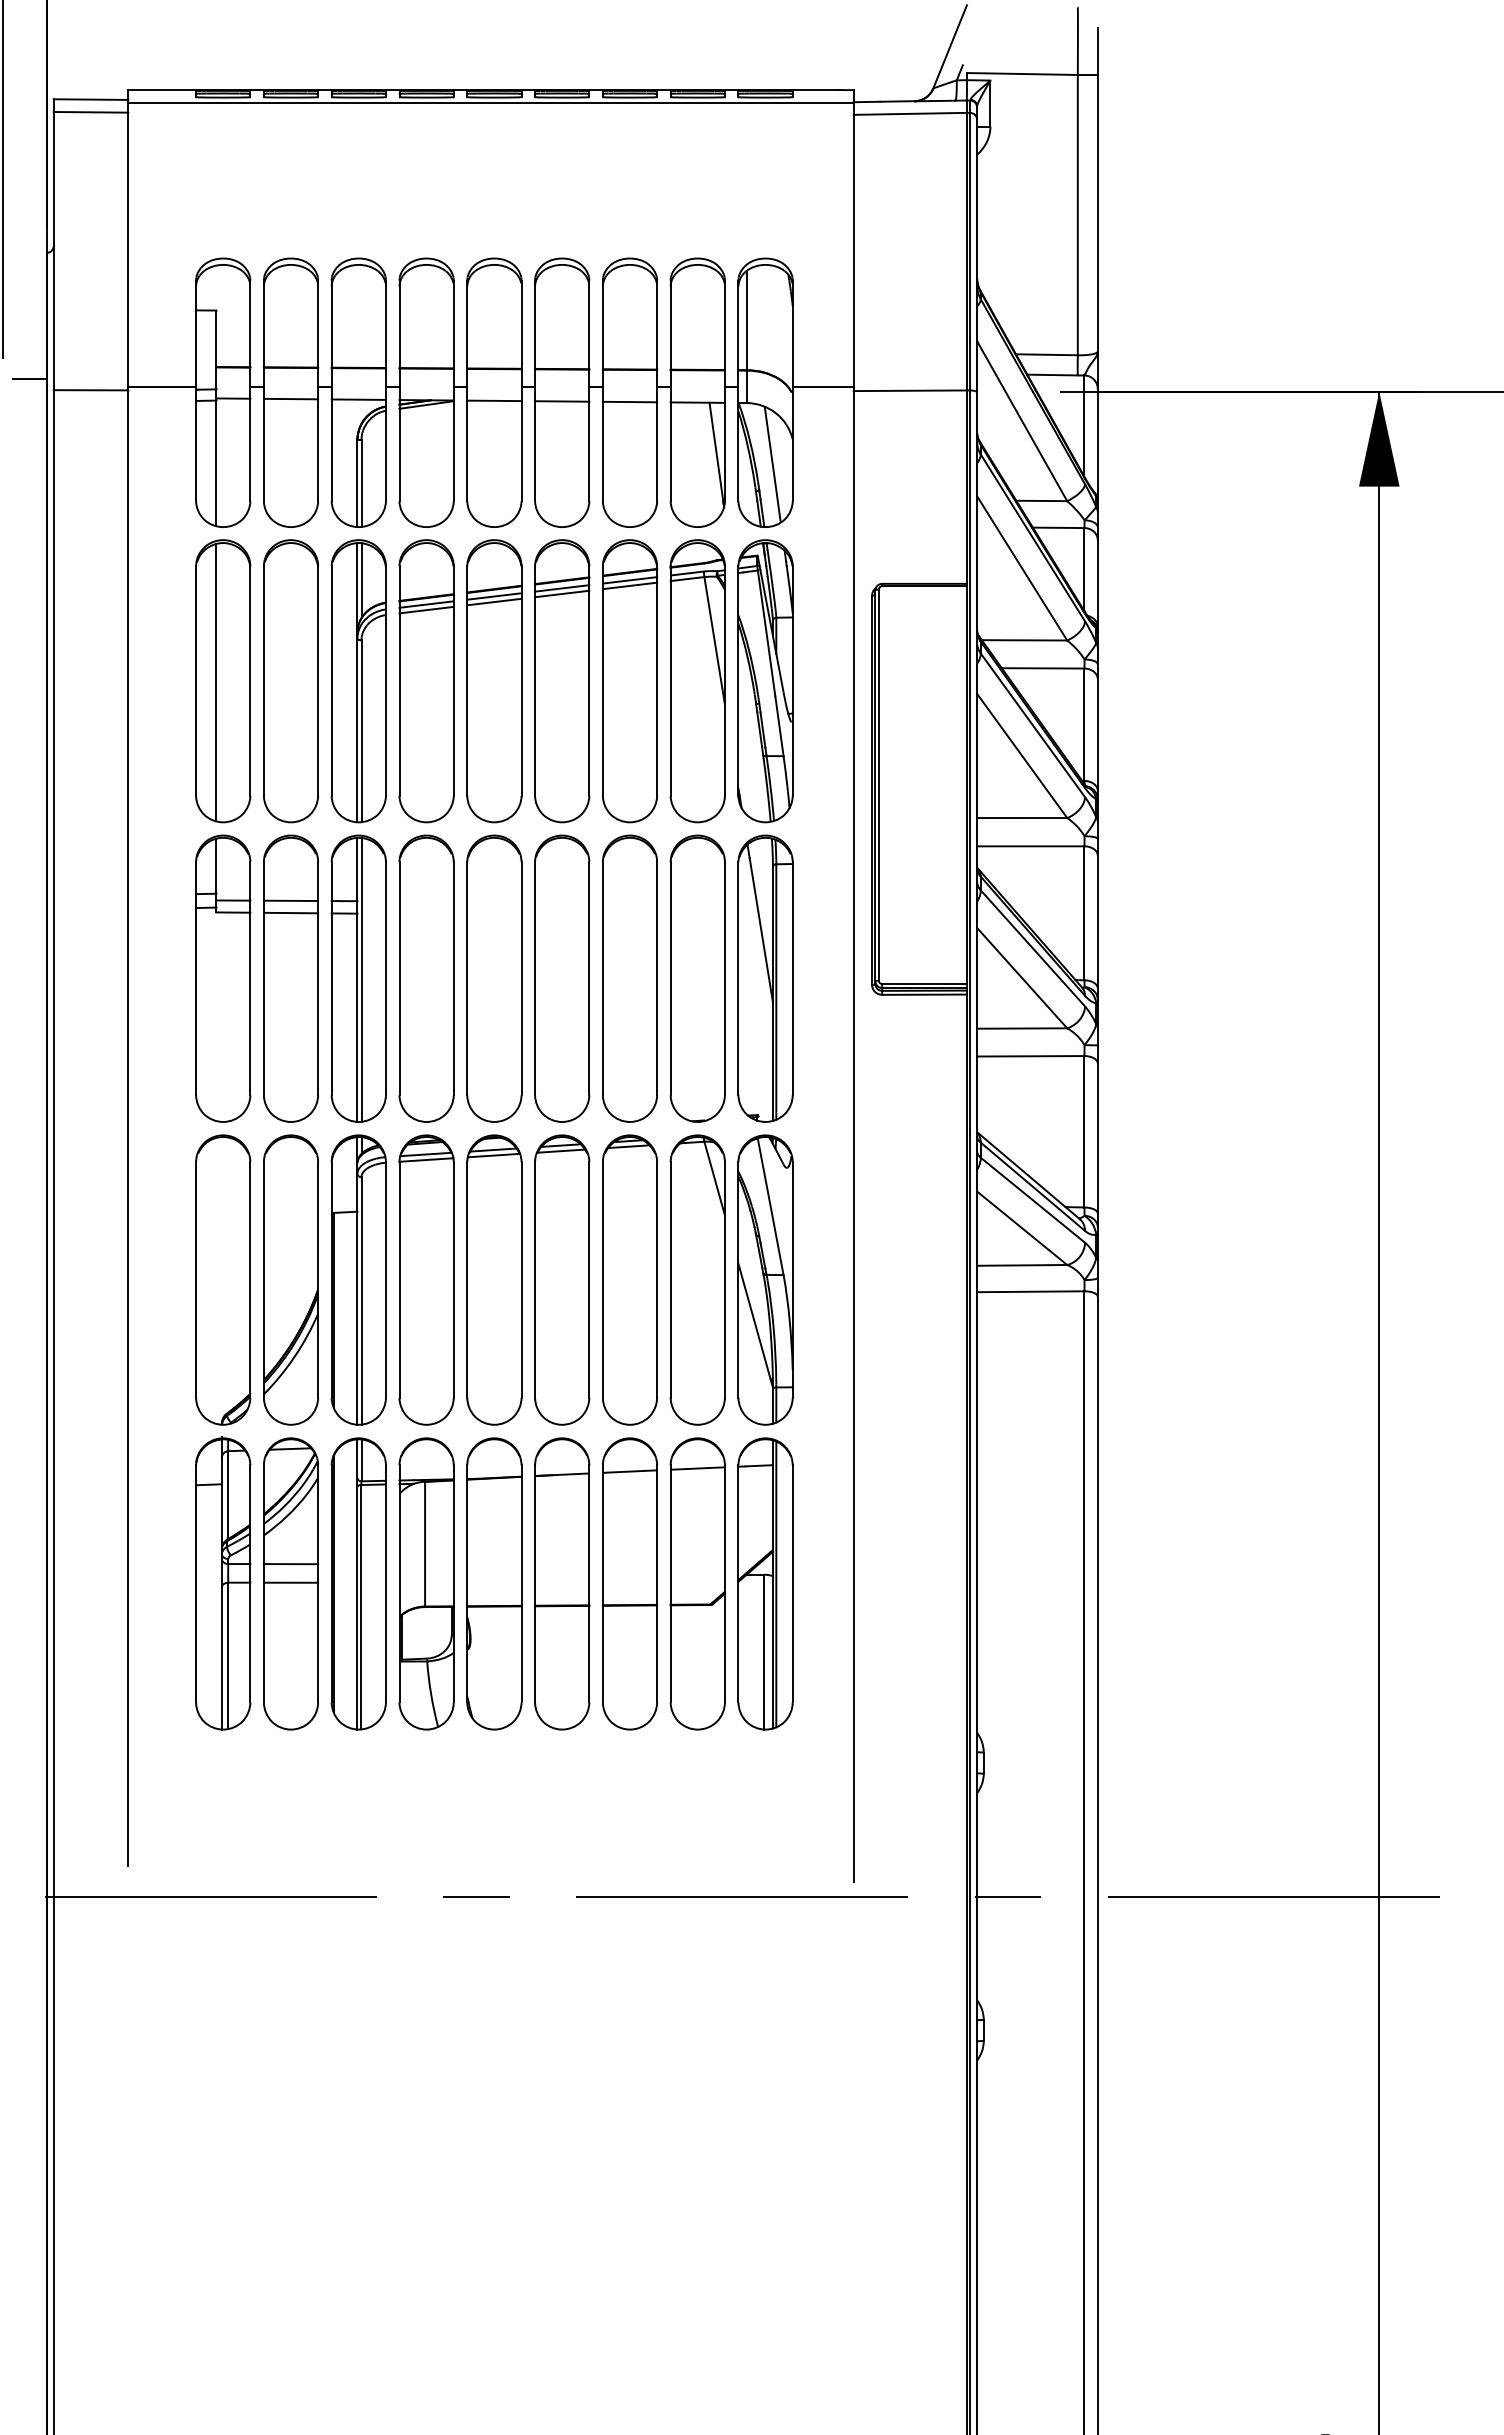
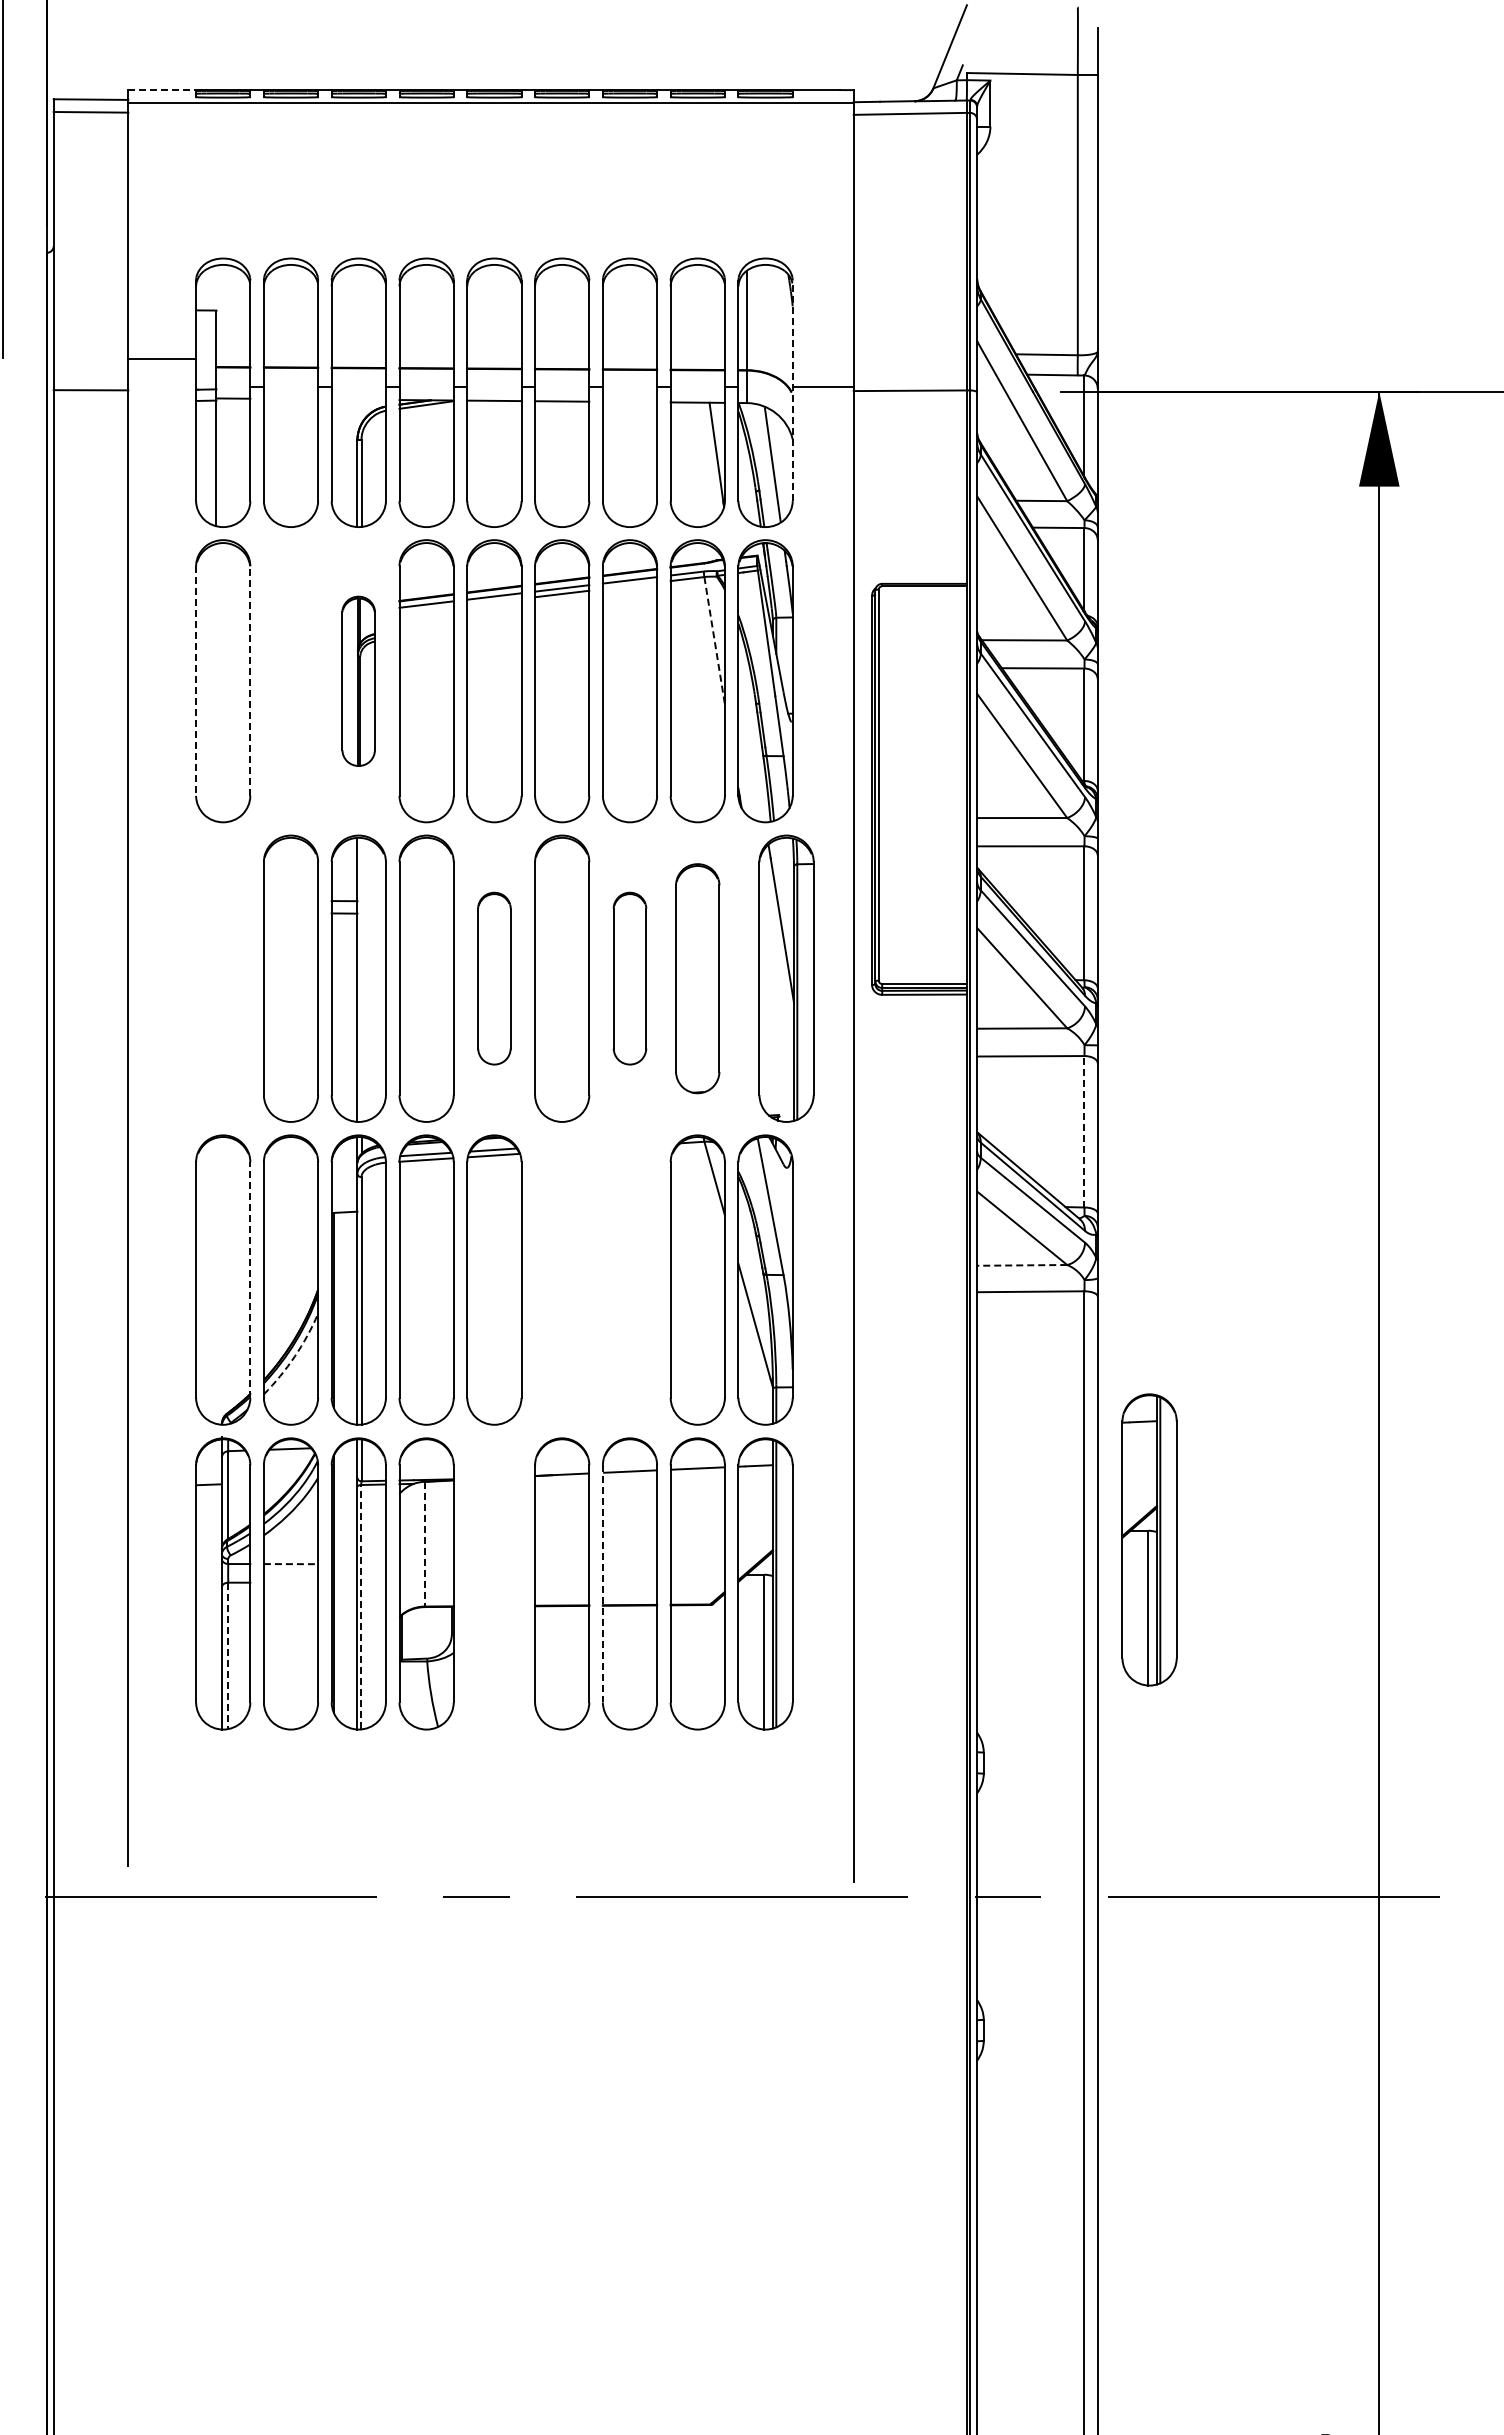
line at (162, 90): solid -> dashed
line at (29, 379): present -> none
line at (162, 387) position: (162, 387) -> (162, 359)
line at (792, 390): solid -> dashed
line at (290, 398): present -> none
line at (358, 399): present -> none
line at (629, 401): present -> none
line at (629, 585): present -> none
line at (494, 601): present -> none
line at (426, 609): present -> none
line at (714, 640): solid -> dashed
line at (196, 681): solid -> dashed
line at (250, 681): solid -> dashed
part at (290, 681): present -> none
part at (358, 681) size: 57x285 px -> 35x172 px
line at (216, 682): present -> none
line at (290, 900): present -> none
line at (290, 912): present -> none
part at (223, 978): present -> none
part at (494, 978) size: 57x289 px -> 35x175 px
part at (629, 978) size: 56x289 px -> 36x175 px
part at (697, 978) size: 57x289 px -> 46x232 px
part at (765, 978) position: (765, 978) -> (786, 978)
line at (361, 979): present -> none
line at (1084, 1131): solid -> dashed
line at (1021, 1265): solid -> dashed
part at (562, 1279): present -> none
part at (629, 1279): present -> none
line at (250, 1280): solid -> dashed
arc at (294, 1356): solid -> dashed
part at (1149, 1539): none -> present
line at (425, 1544): solid -> dashed
line at (291, 1564): solid -> dashed
line at (290, 1582): present -> none
part at (494, 1583): present -> none
line at (602, 1583): solid -> dashed
line at (361, 1606): solid -> dashed
line at (228, 1656): solid -> dashed
